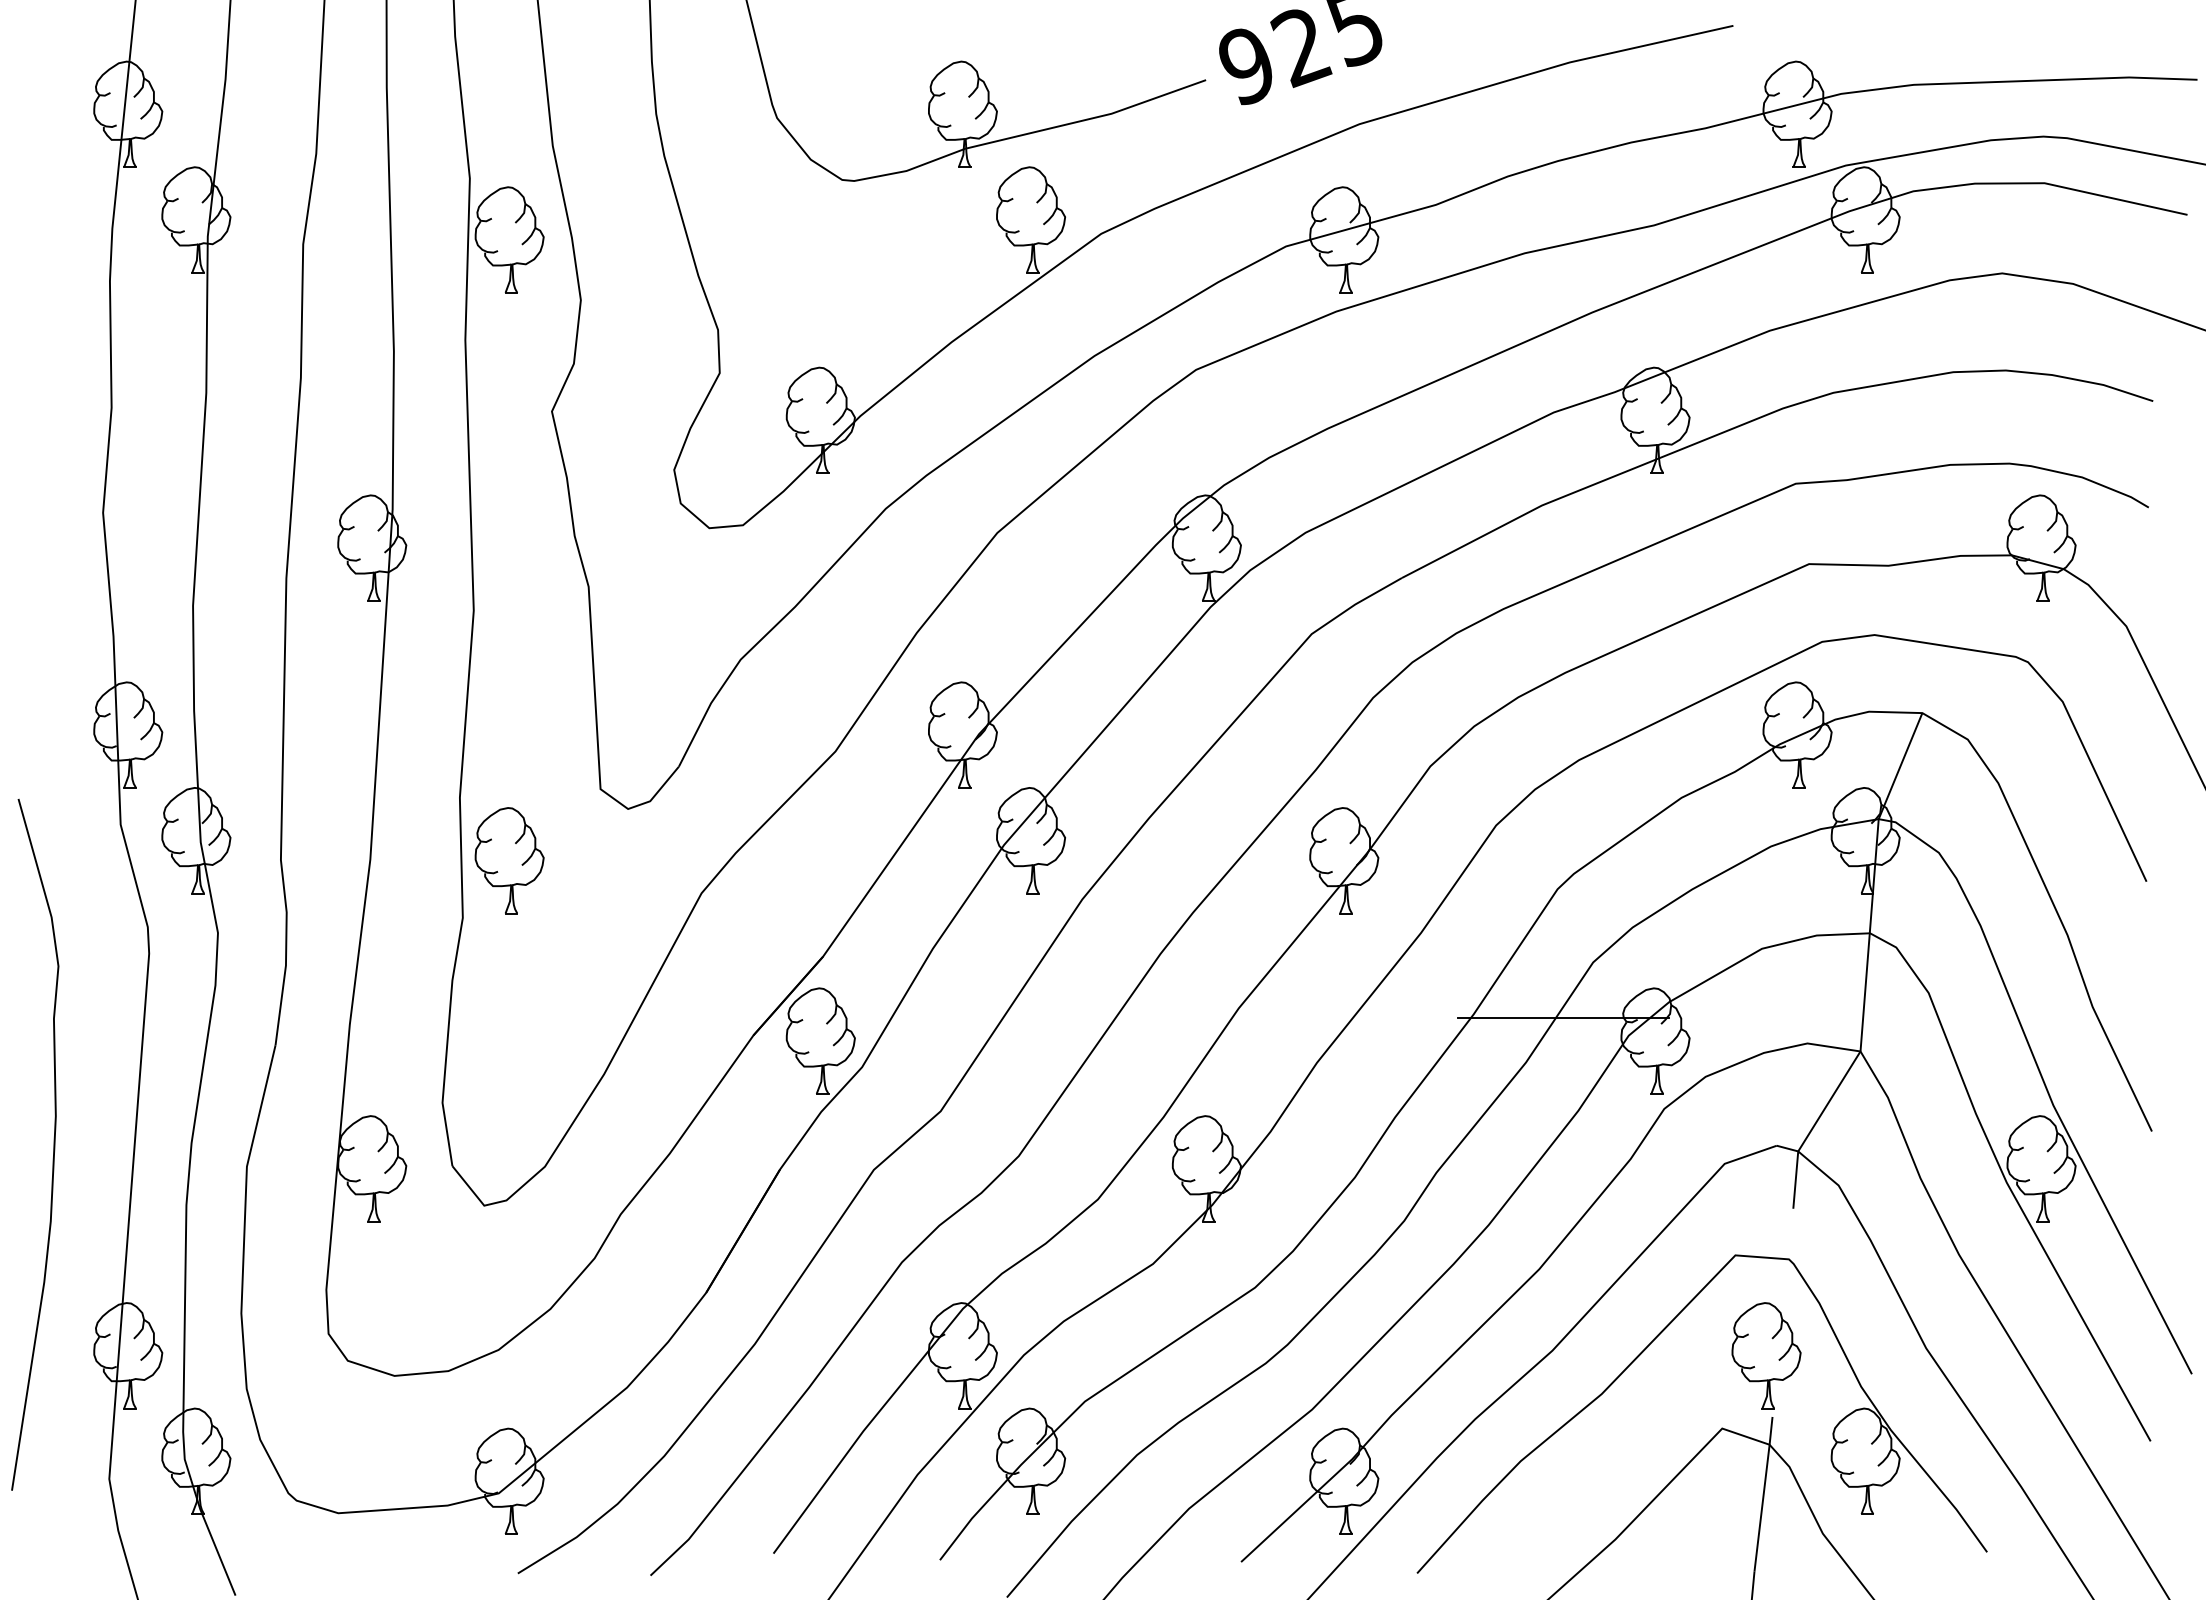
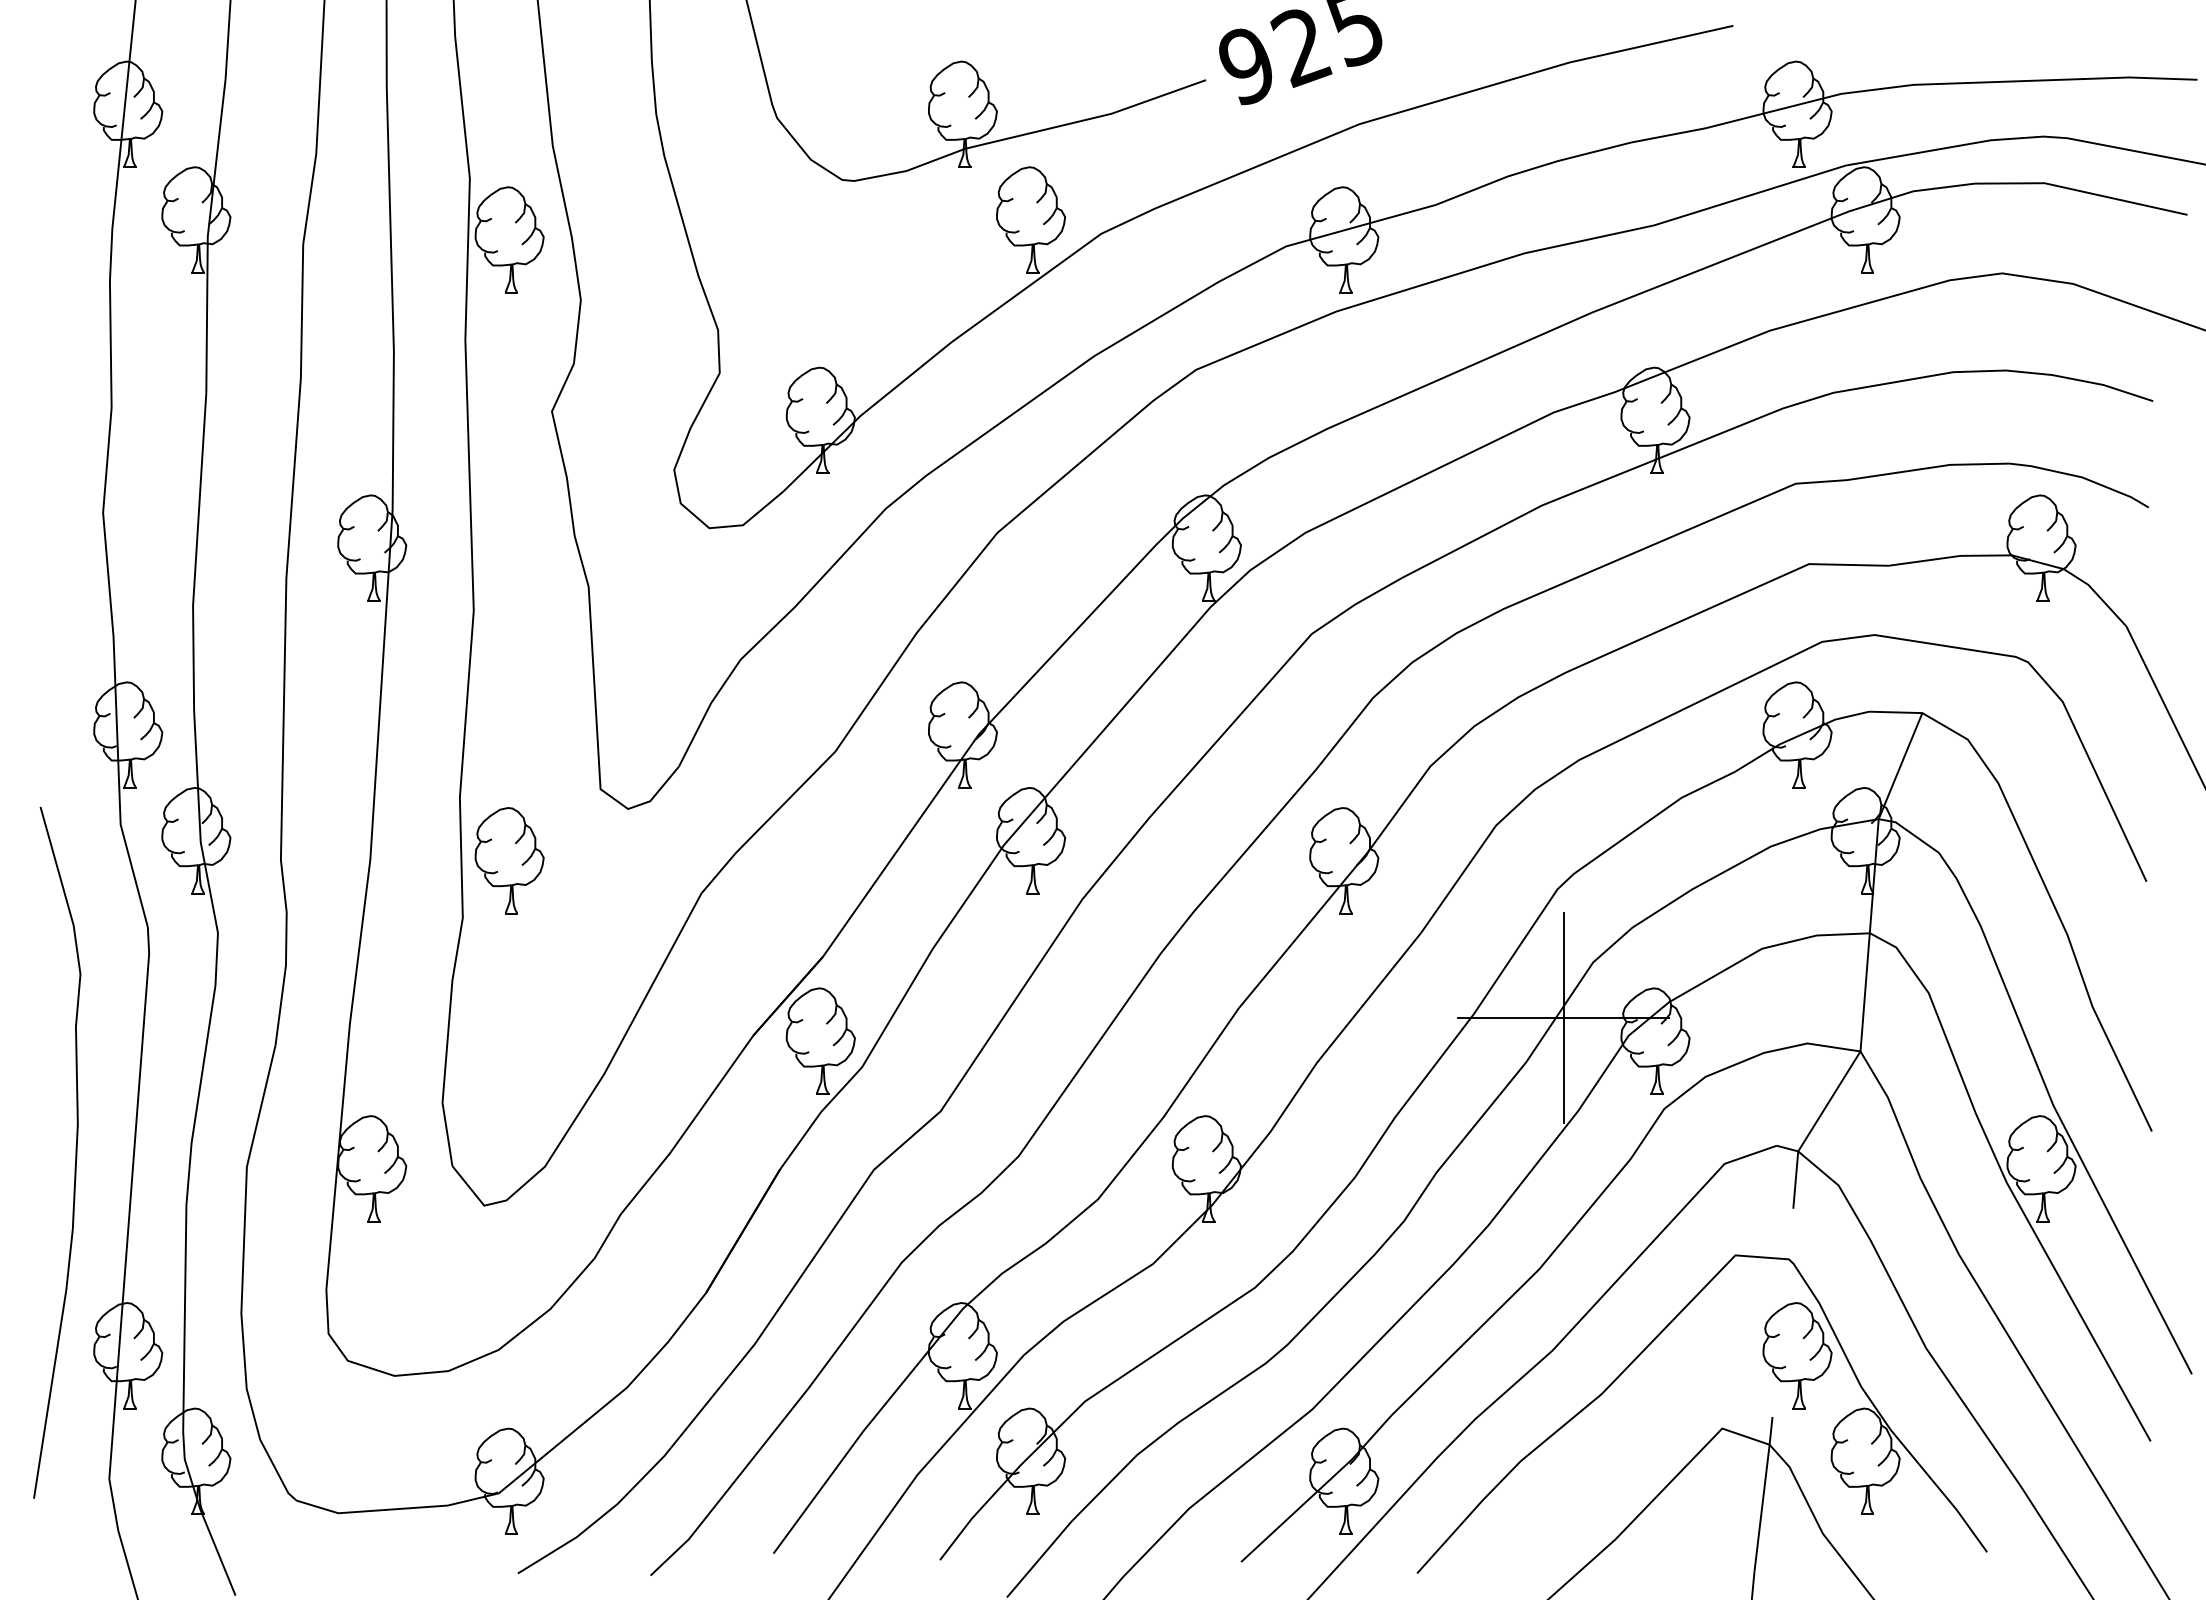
line at (1563, 1017): none -> present
curve at (53, 1144) position: (53, 1144) -> (75, 1152)
part at (1766, 1355) position: (1766, 1355) -> (1797, 1355)
